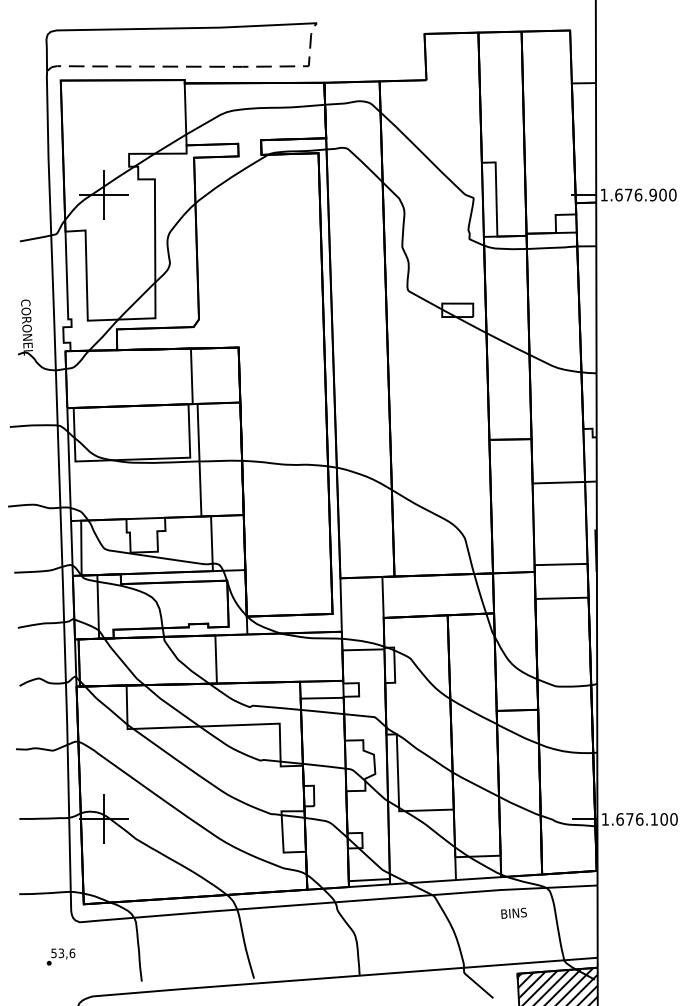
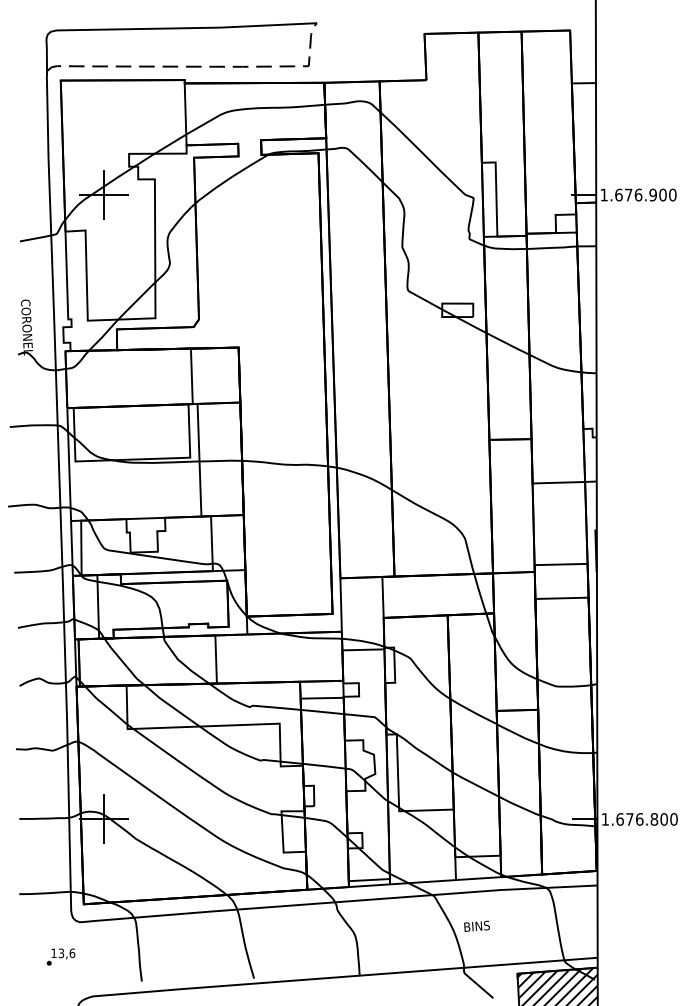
text at (654, 819): 1.676.100 -> 1.676.800
text at (513, 912) position: (513, 912) -> (476, 925)
text at (53, 953): 53,6 -> 13,6
